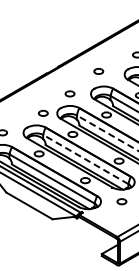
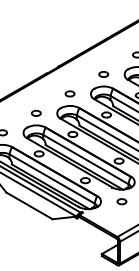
part at (98, 71) position: (98, 71) -> (103, 74)
part at (43, 112) position: (43, 112) -> (36, 112)
line at (107, 132): dashed -> solid
line at (85, 159): dashed -> solid
